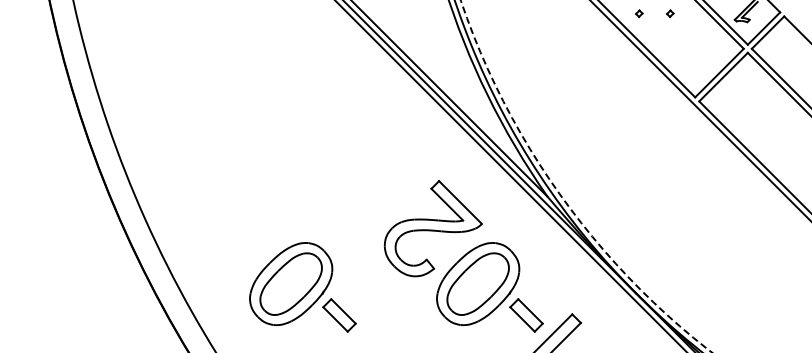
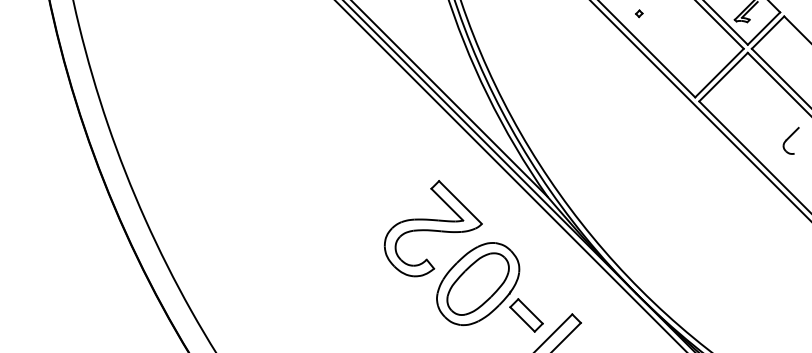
part at (670, 13): present -> none
part at (790, 140): none -> present
circle at (586, 176): dashed -> solid
part at (302, 287): present -> none
